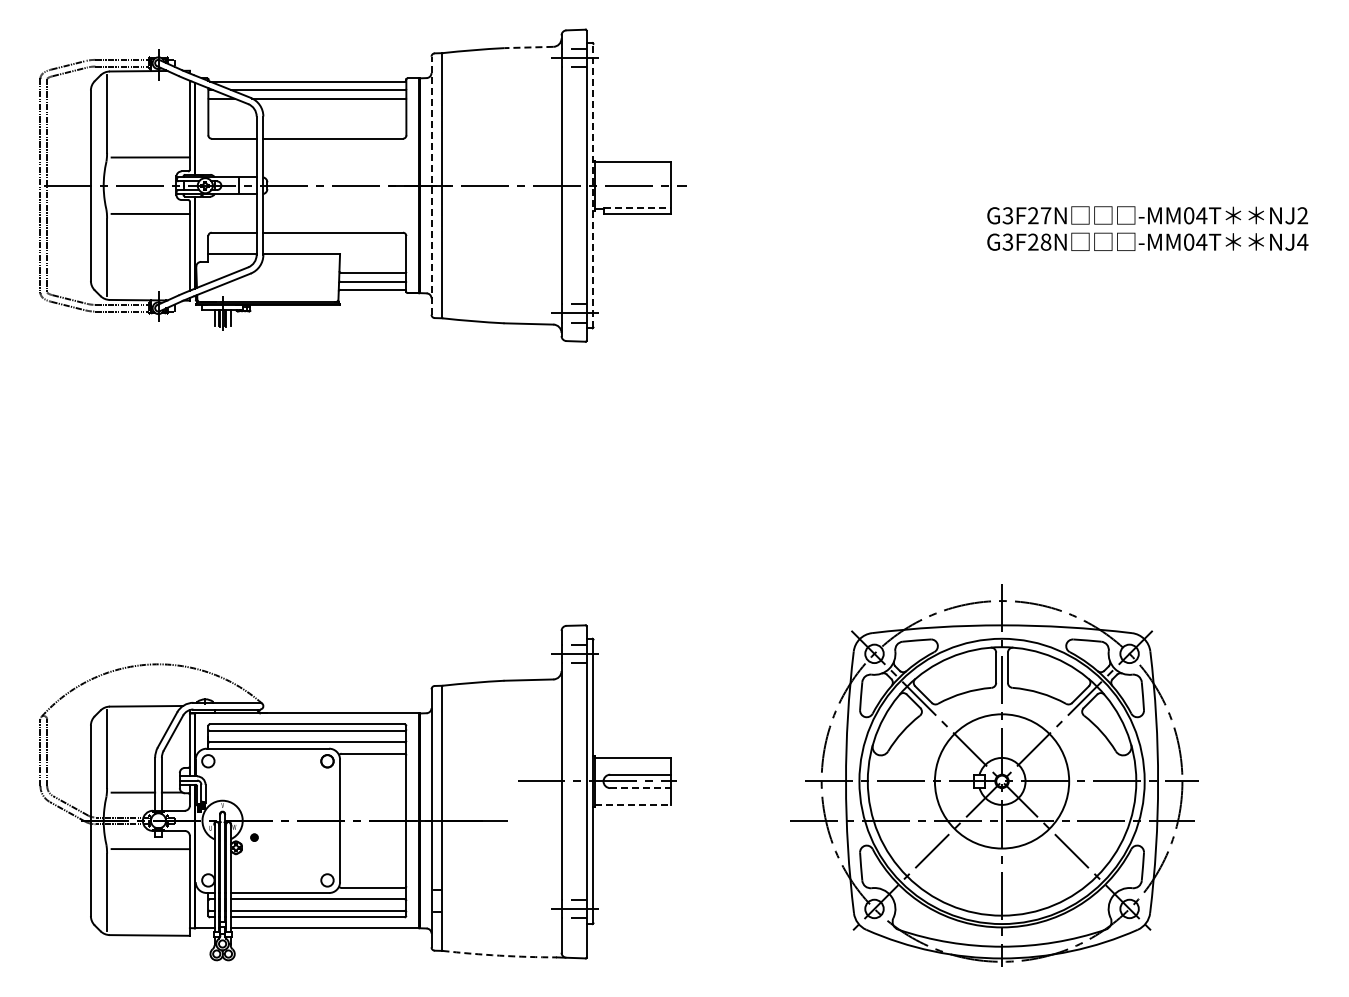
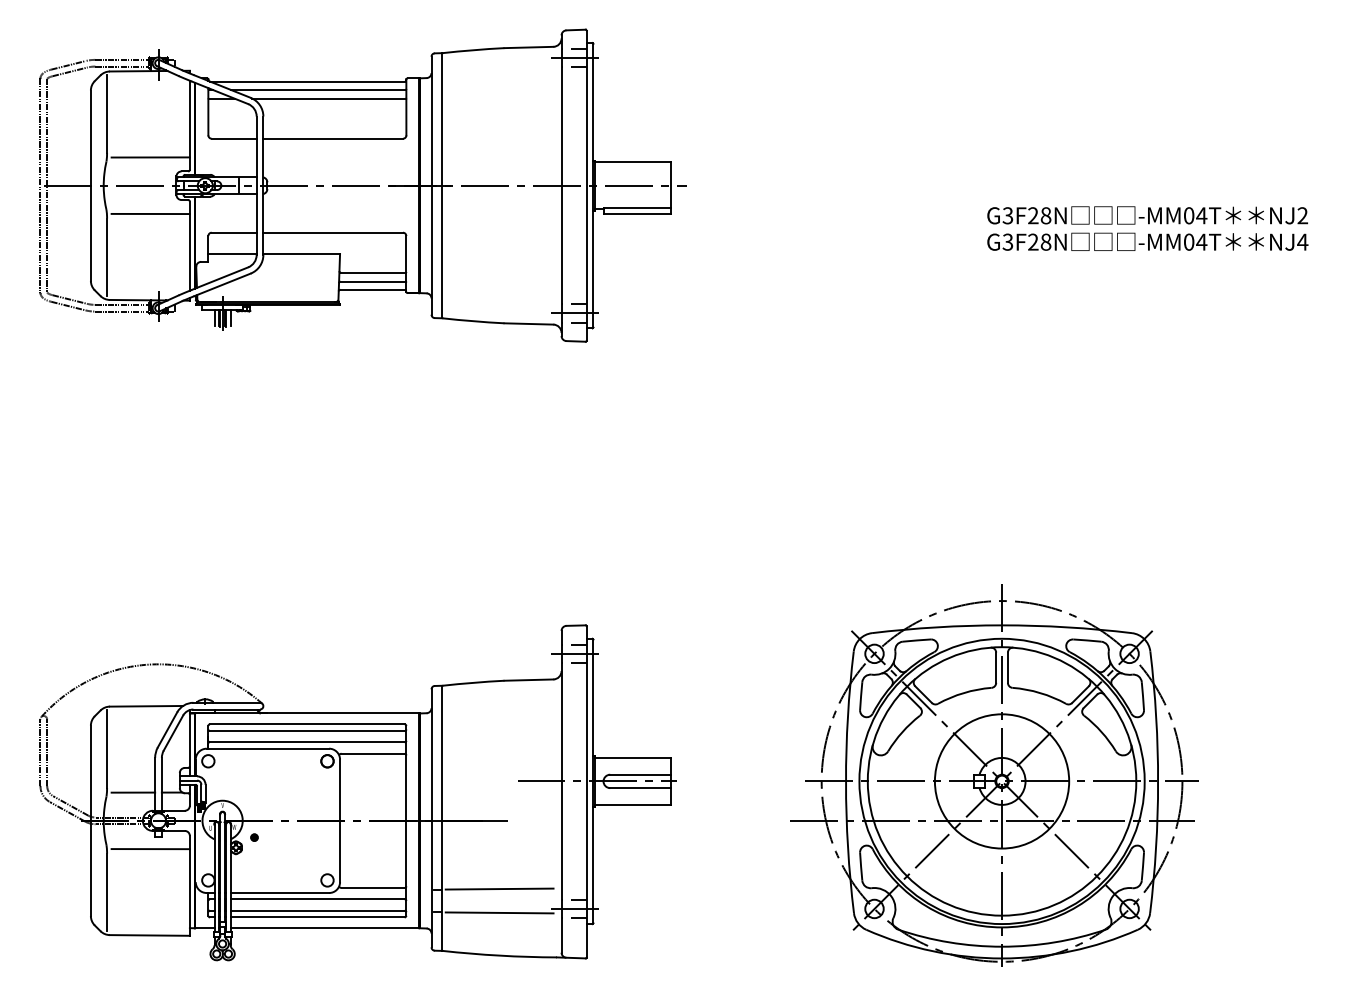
line at (528, 47): dashed -> solid
line at (431, 185): dashed -> solid
line at (593, 185): dashed -> solid
line at (637, 208): dashed -> solid
text at (1045, 215): G3F27N -> G3F28N
line at (640, 788): dashed -> solid
line at (632, 804): dashed -> solid
line at (499, 888): none -> present
line at (499, 912): none -> present
arc at (499, 955): dashed -> solid
